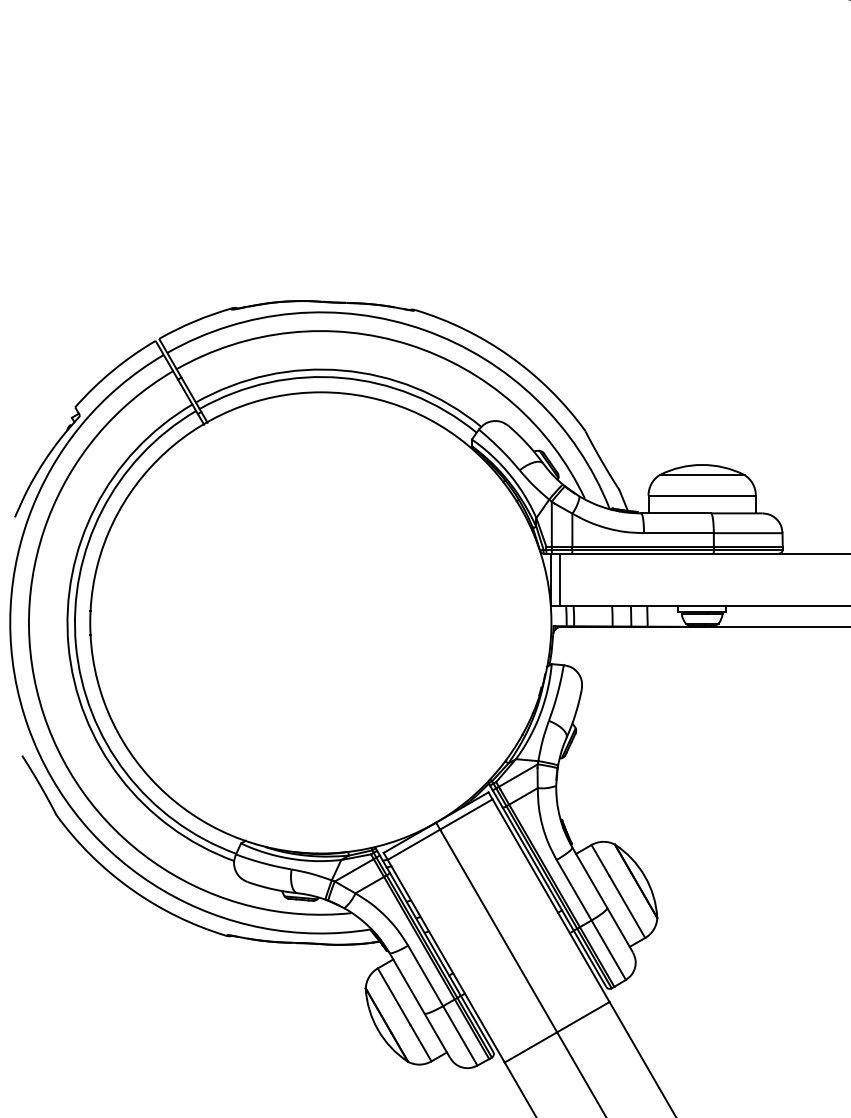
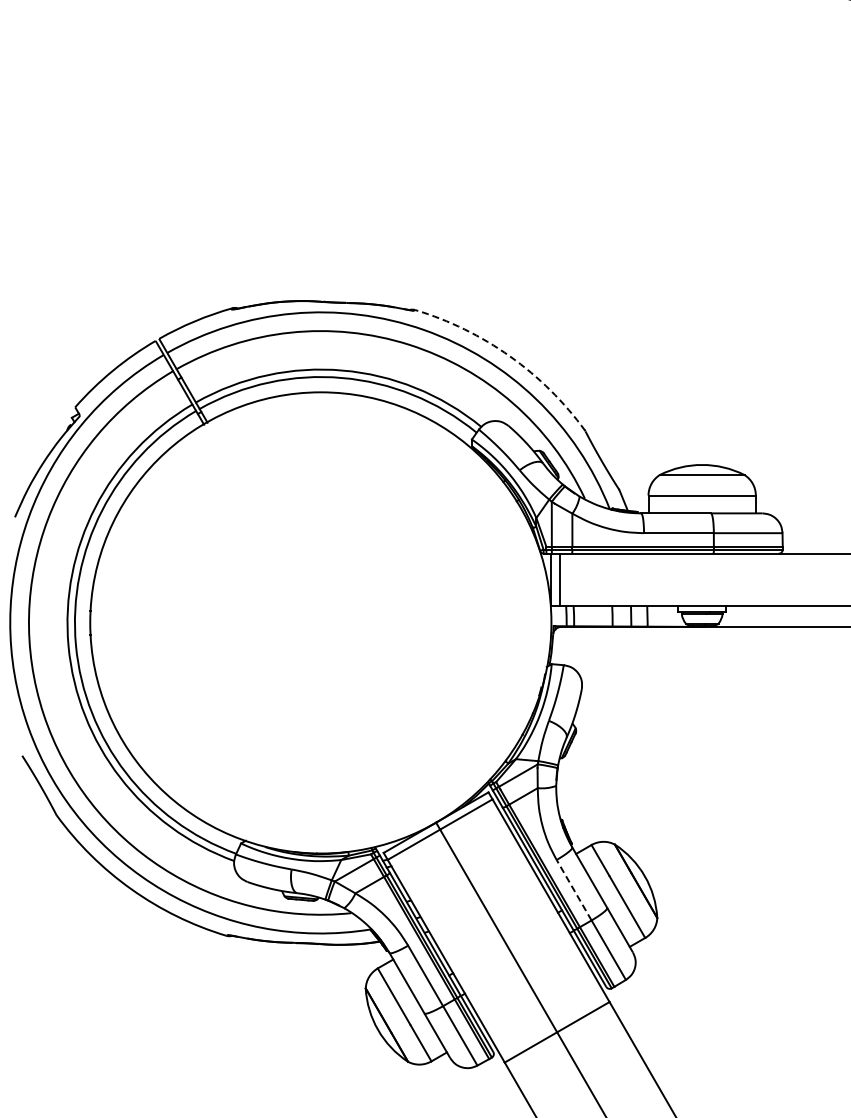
arc at (510, 356): solid -> dashed
line at (574, 890): solid -> dashed
